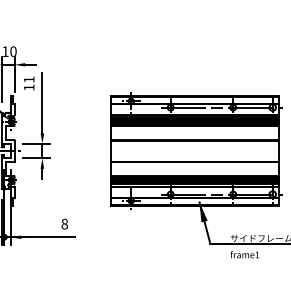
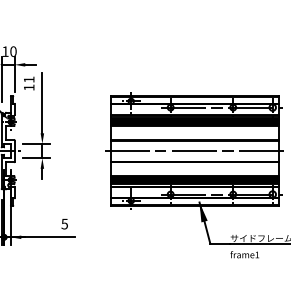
line at (194, 151): none -> present
text at (64, 223): 8 -> 5
